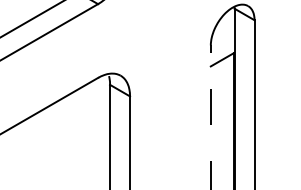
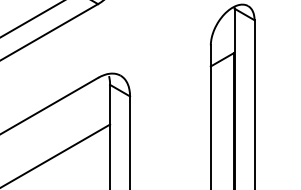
line at (210, 117): dashed -> solid
line at (56, 155): none -> present
